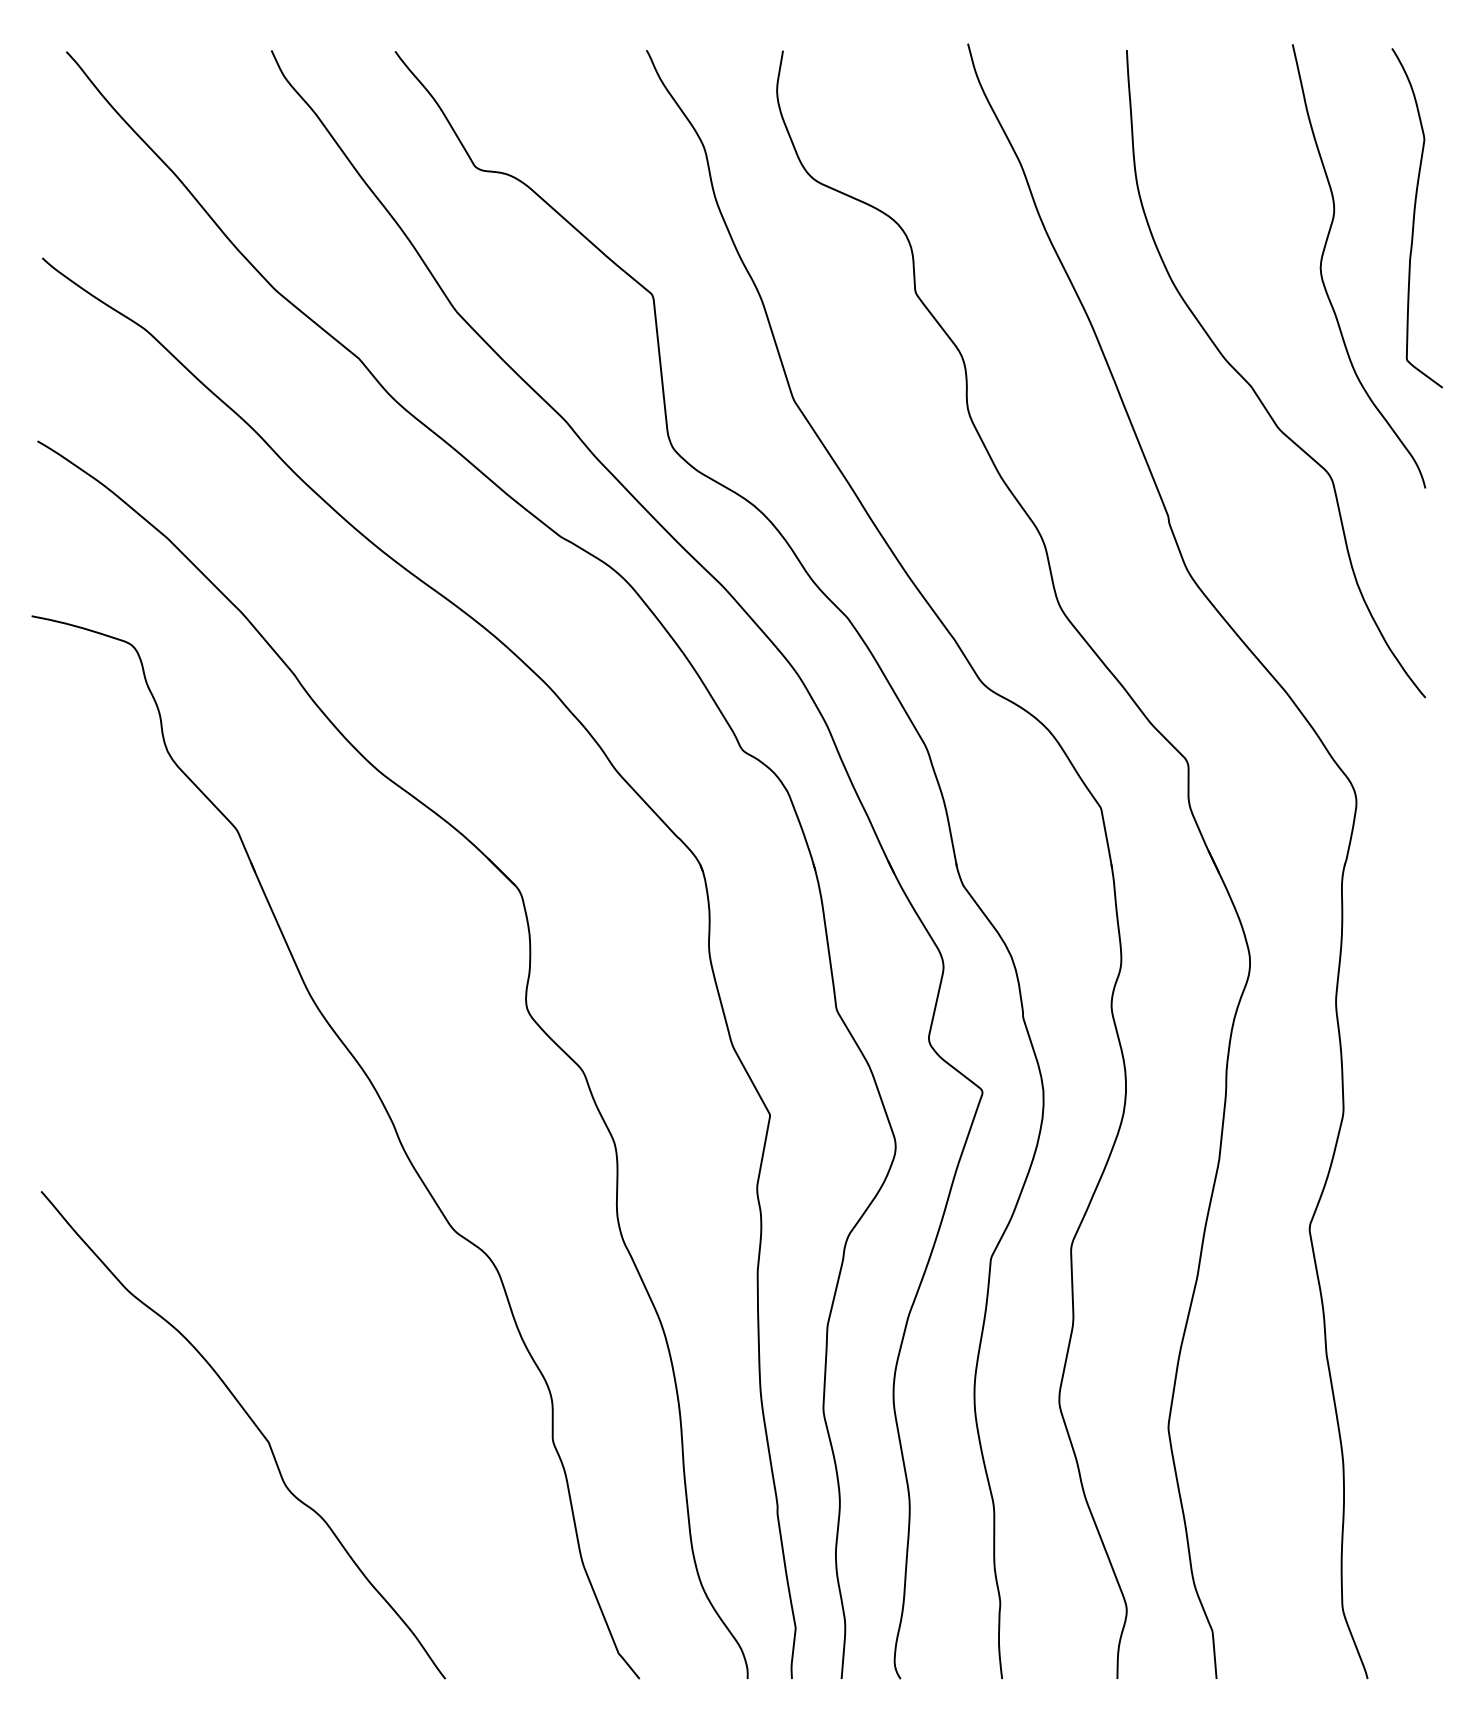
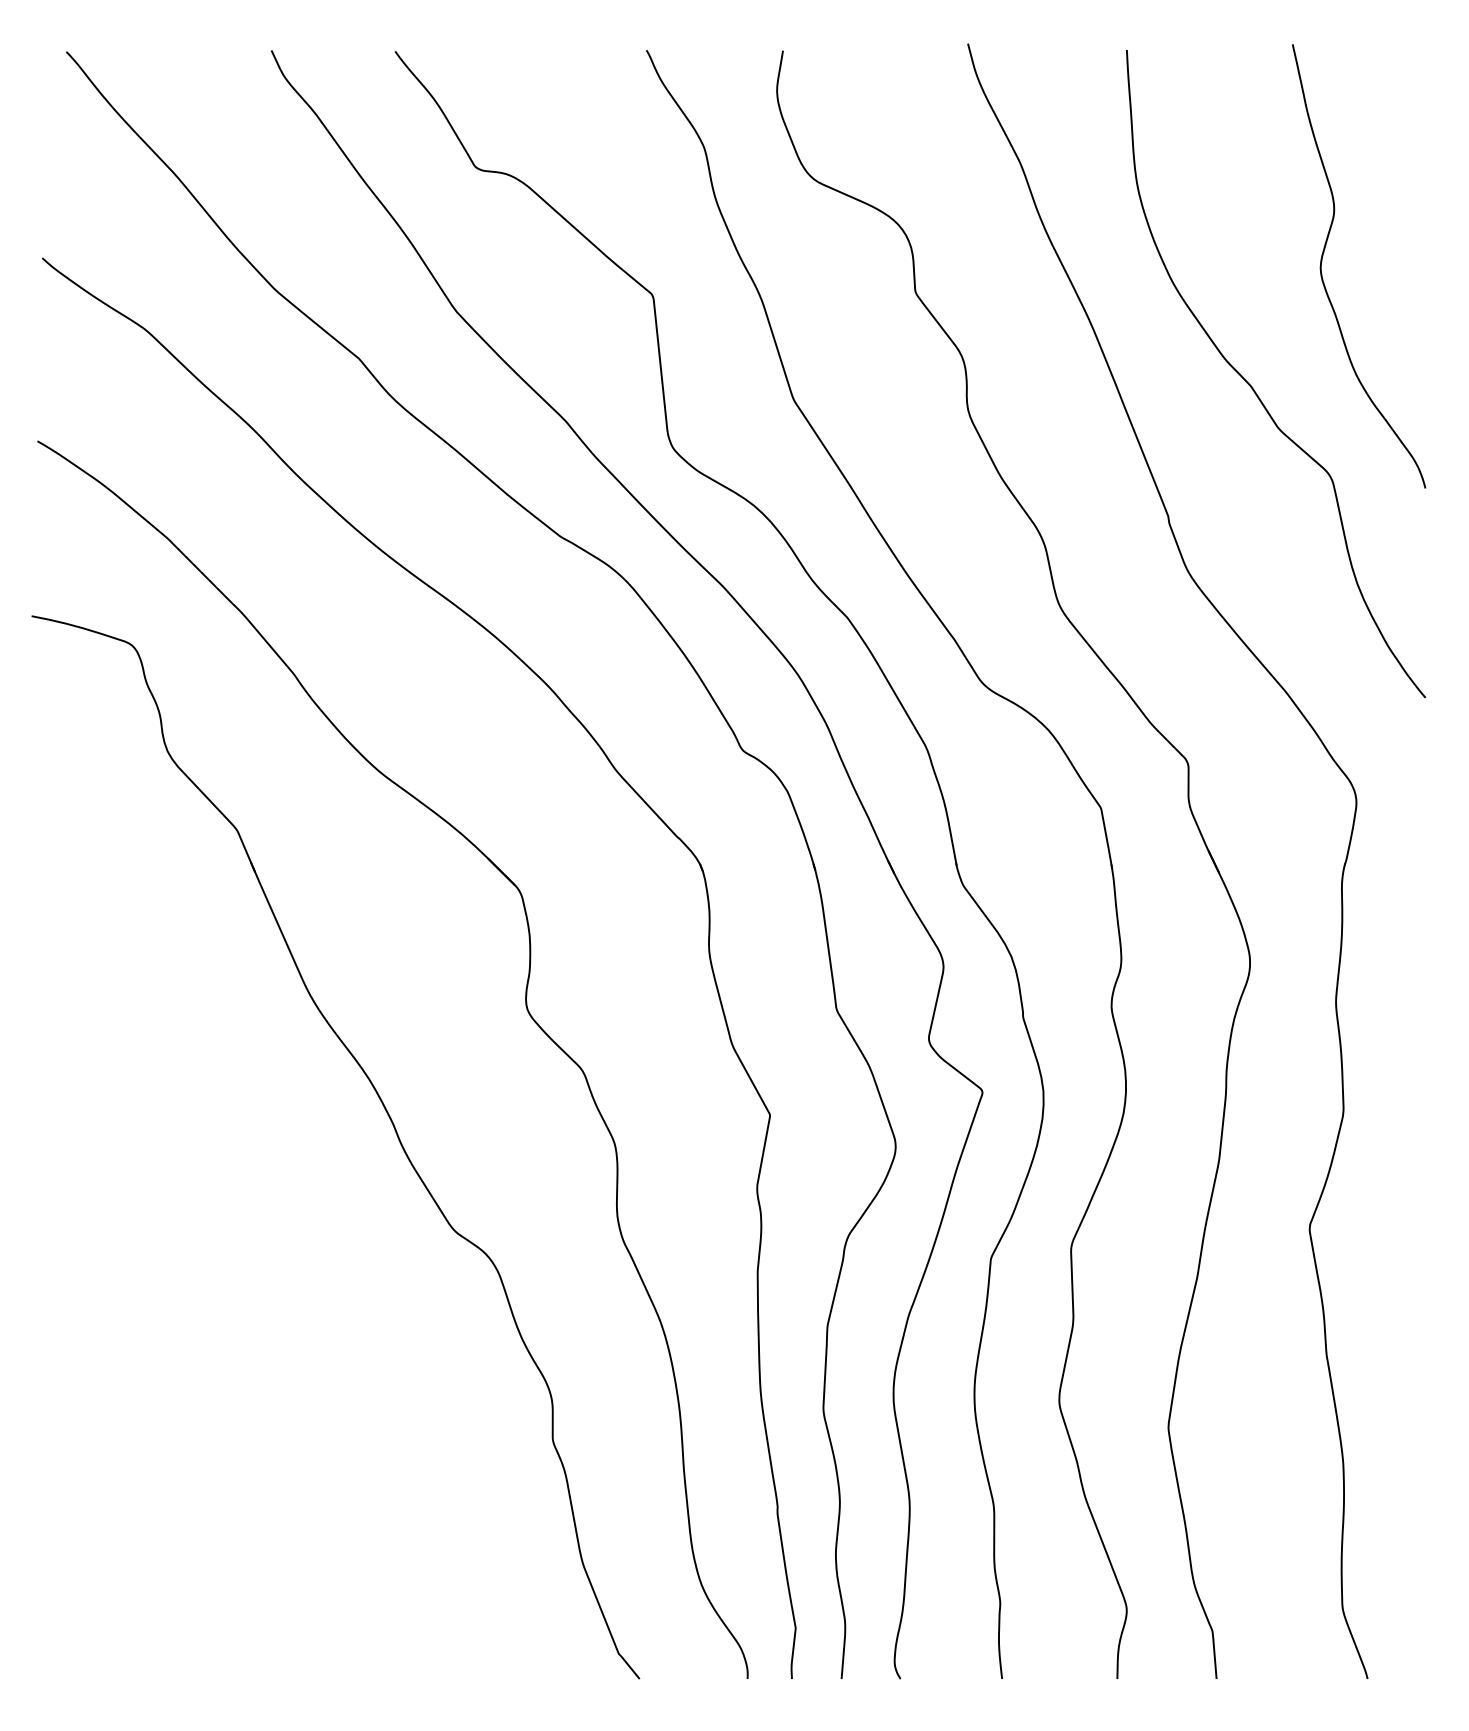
curve at (1414, 218): present -> none
curve at (254, 1425): present -> none
